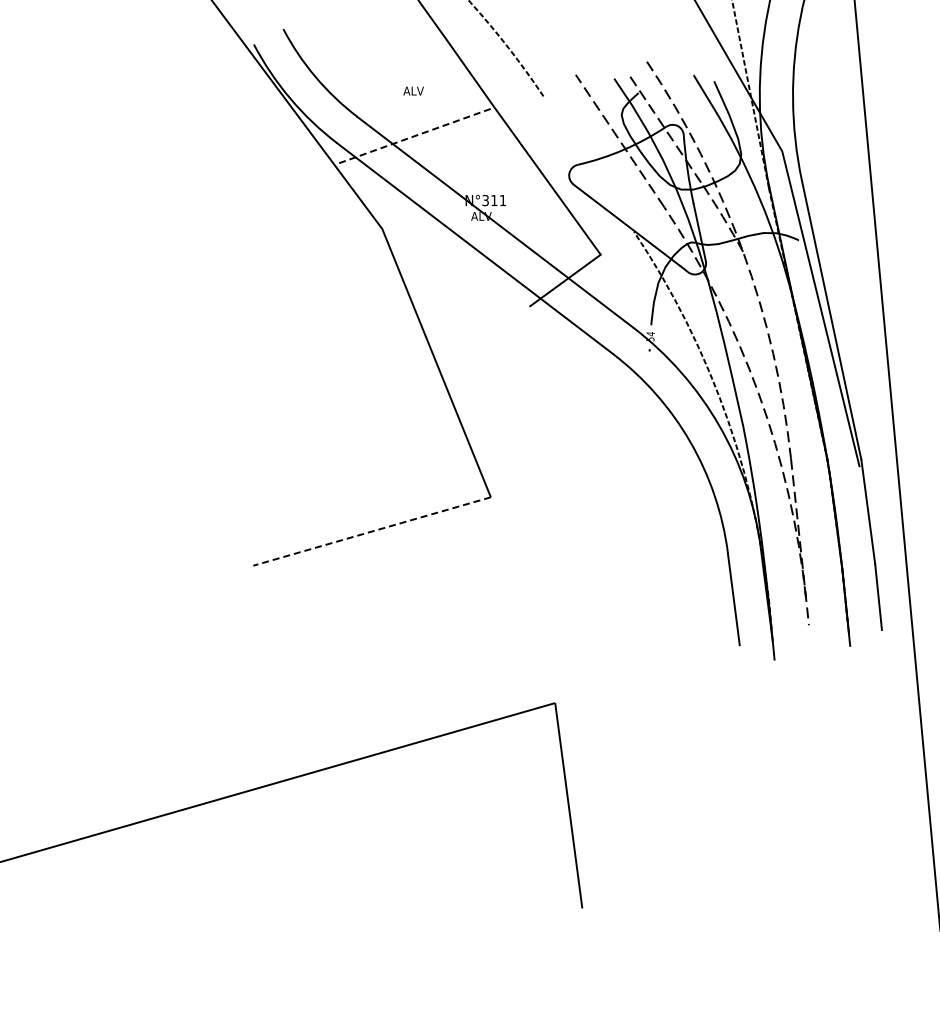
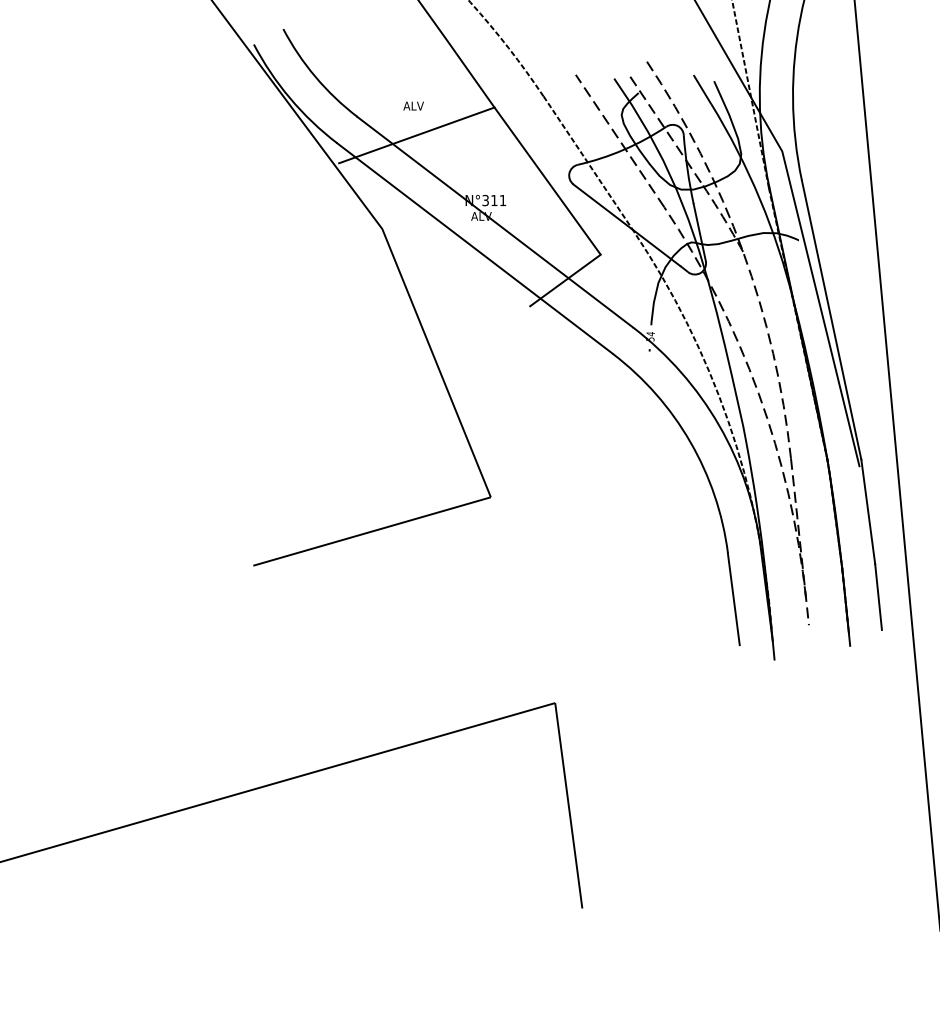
text at (413, 90) position: (413, 90) -> (413, 105)
line at (416, 135): dashed -> solid
line at (588, 163): none -> present
line at (372, 531): dashed -> solid
